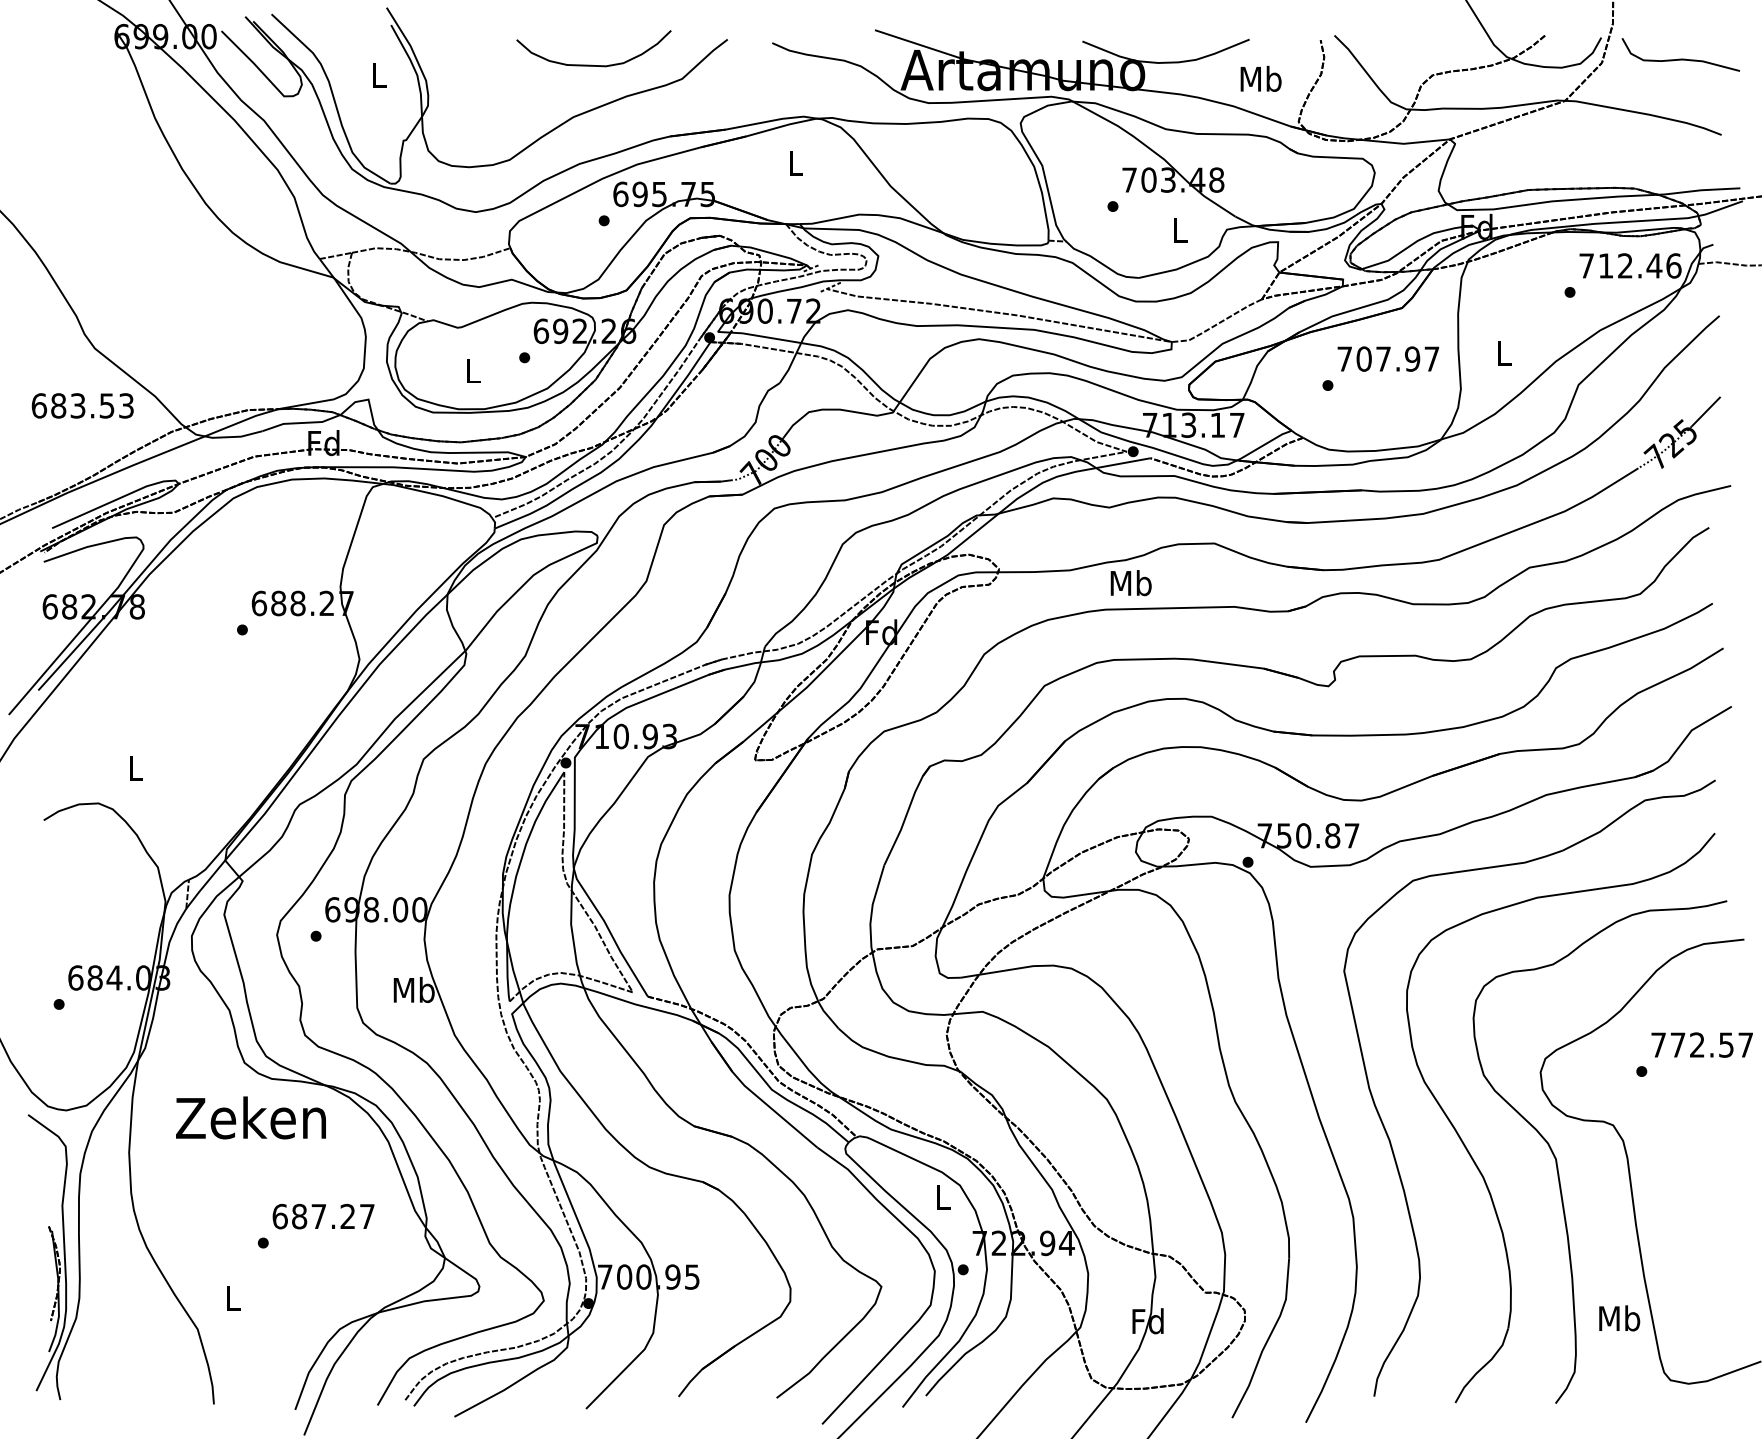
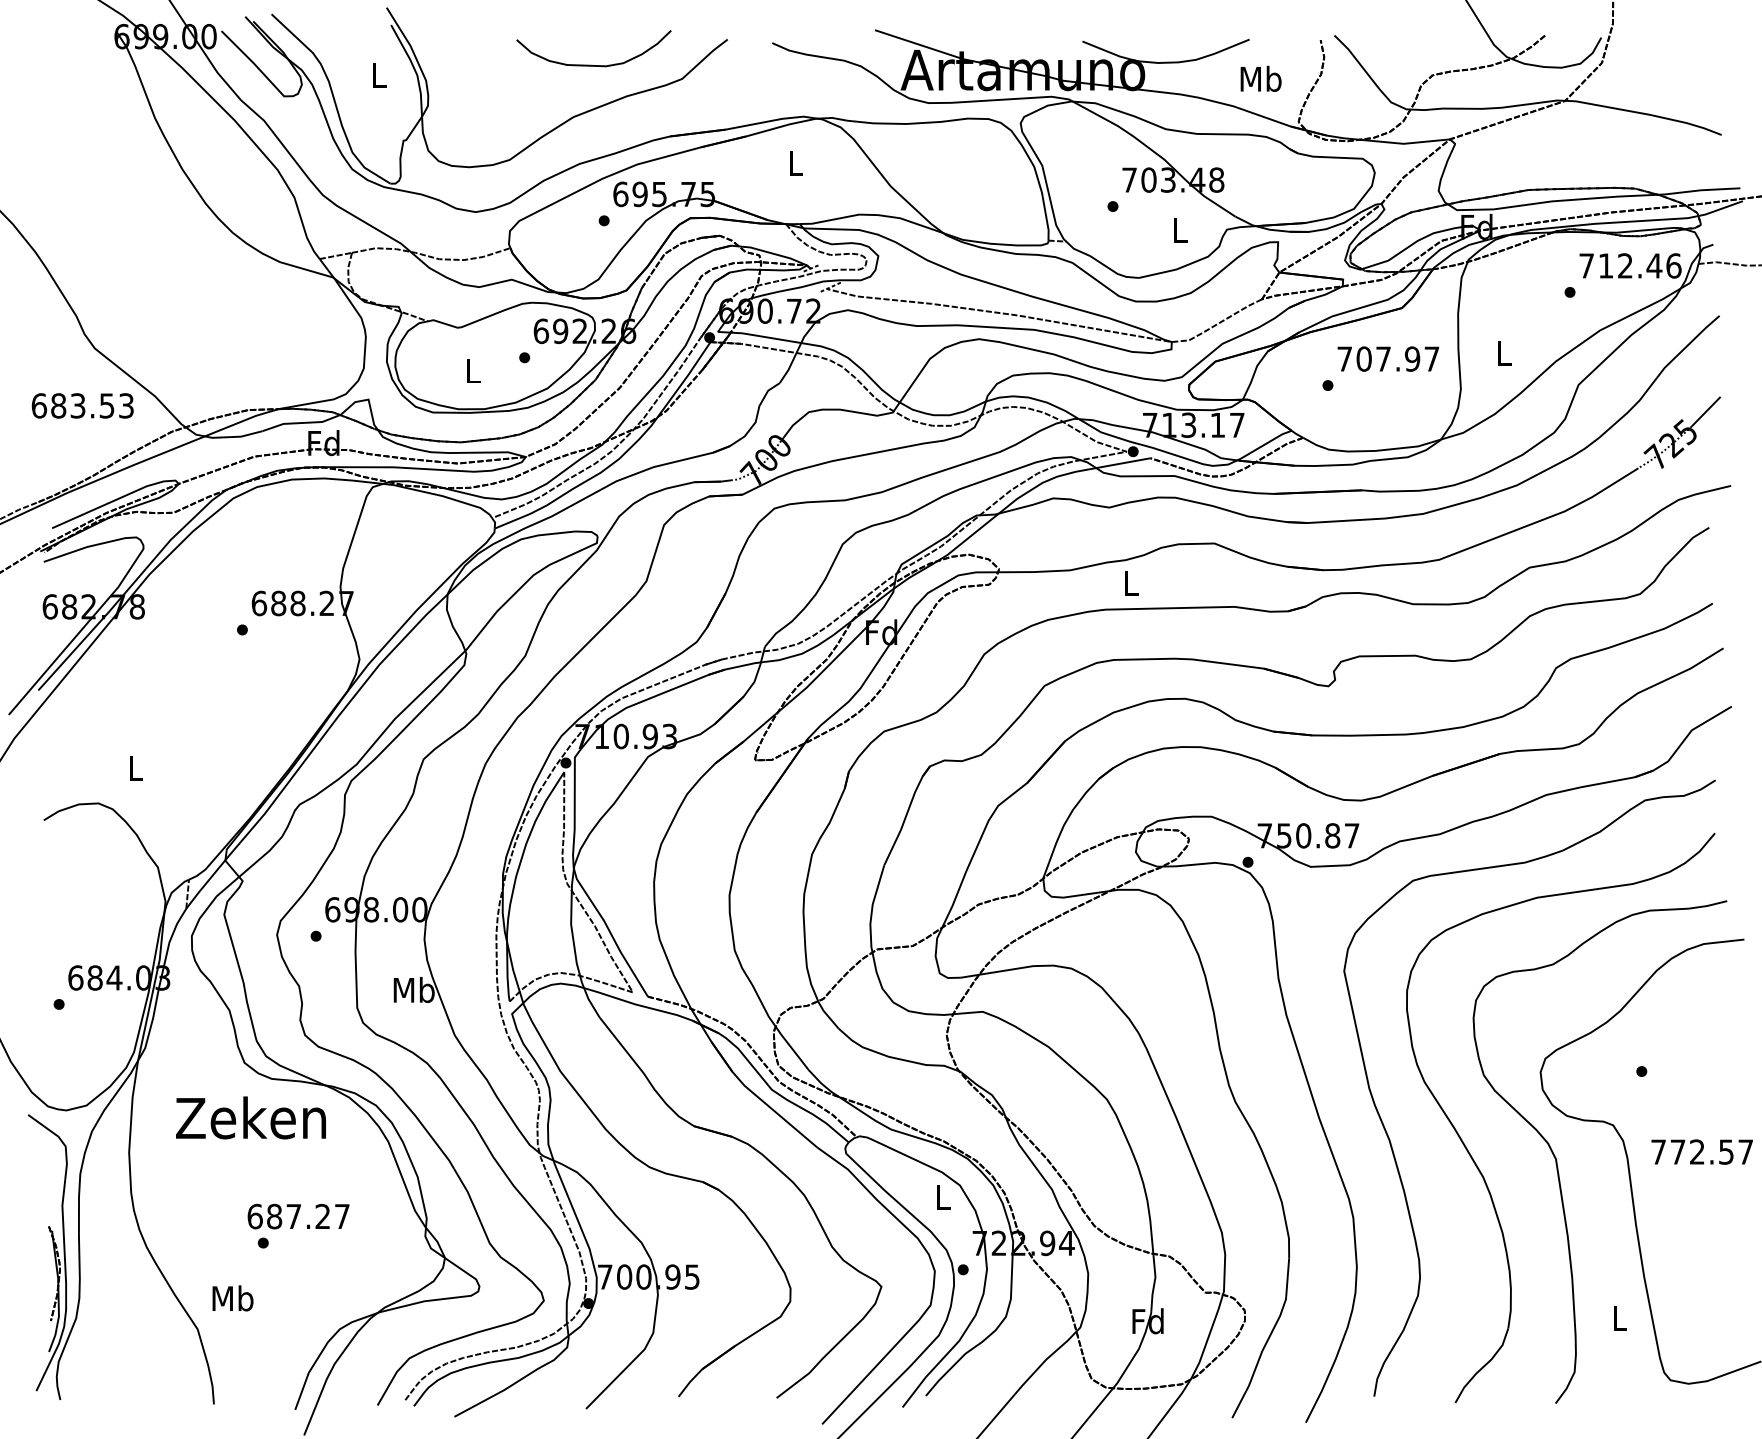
curve at (1680, 58): present -> none
text at (1130, 583): Mb -> L
text at (1701, 1044) position: (1701, 1044) -> (1701, 1151)
text at (323, 1216) position: (323, 1216) -> (298, 1216)
text at (232, 1298): L -> Mb
text at (1619, 1318): Mb -> L
